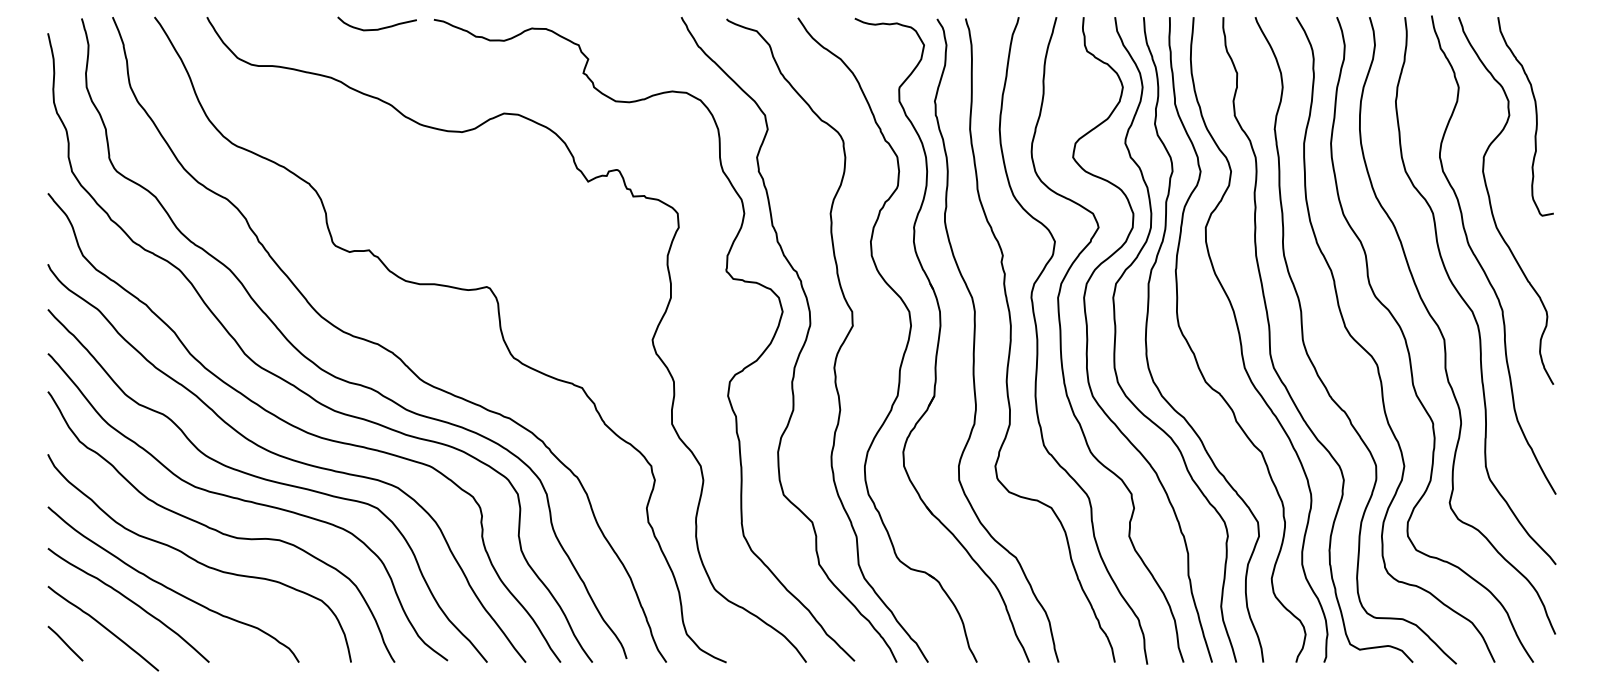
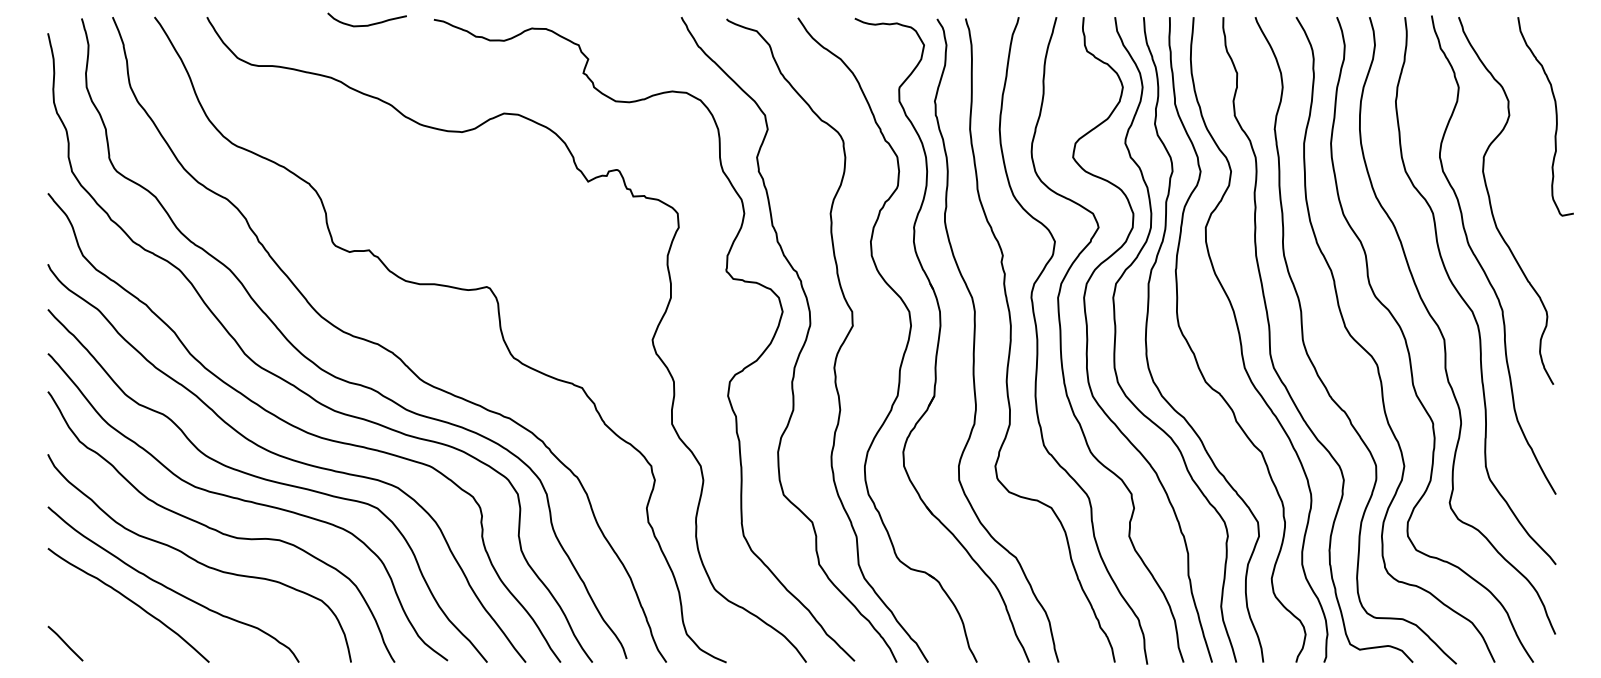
curve at (376, 28) position: (376, 28) -> (366, 24)
curve at (1535, 116) position: (1535, 116) -> (1555, 116)
curve at (103, 627): present -> none
